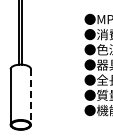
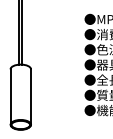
line at (31, 97): dashed -> solid
